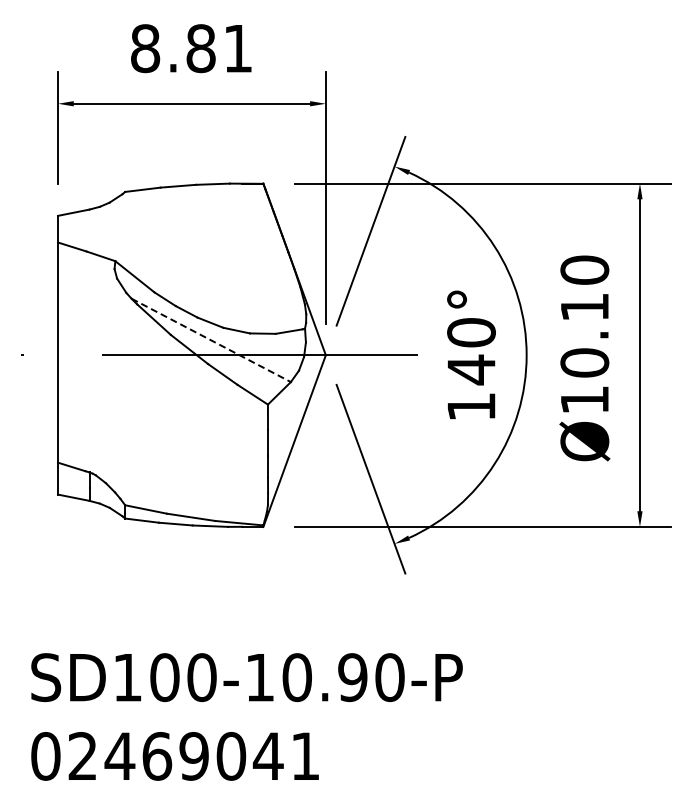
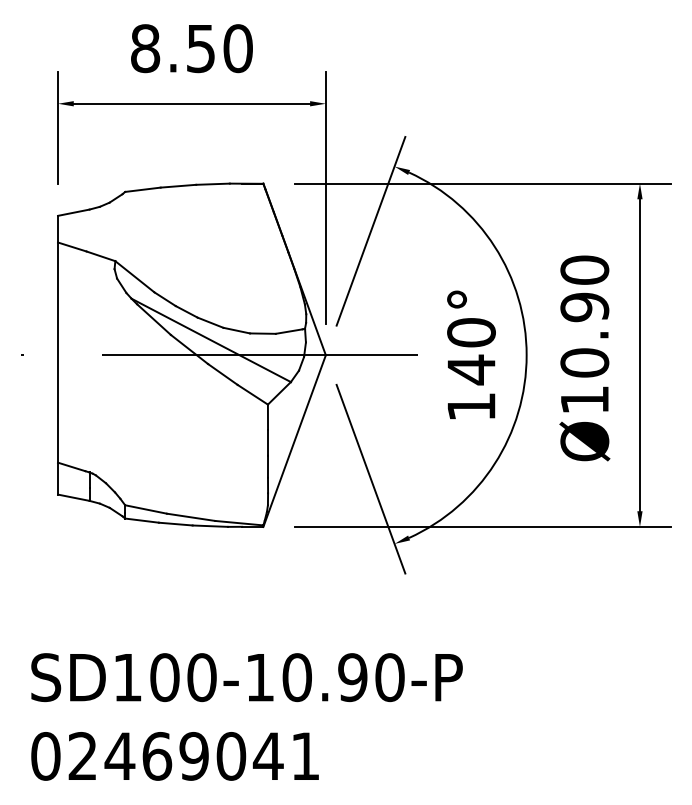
text at (219, 48): 8.81 -> 8.50
text at (584, 307): Ø10.10 -> Ø10.90
line at (211, 340): dashed -> solid
